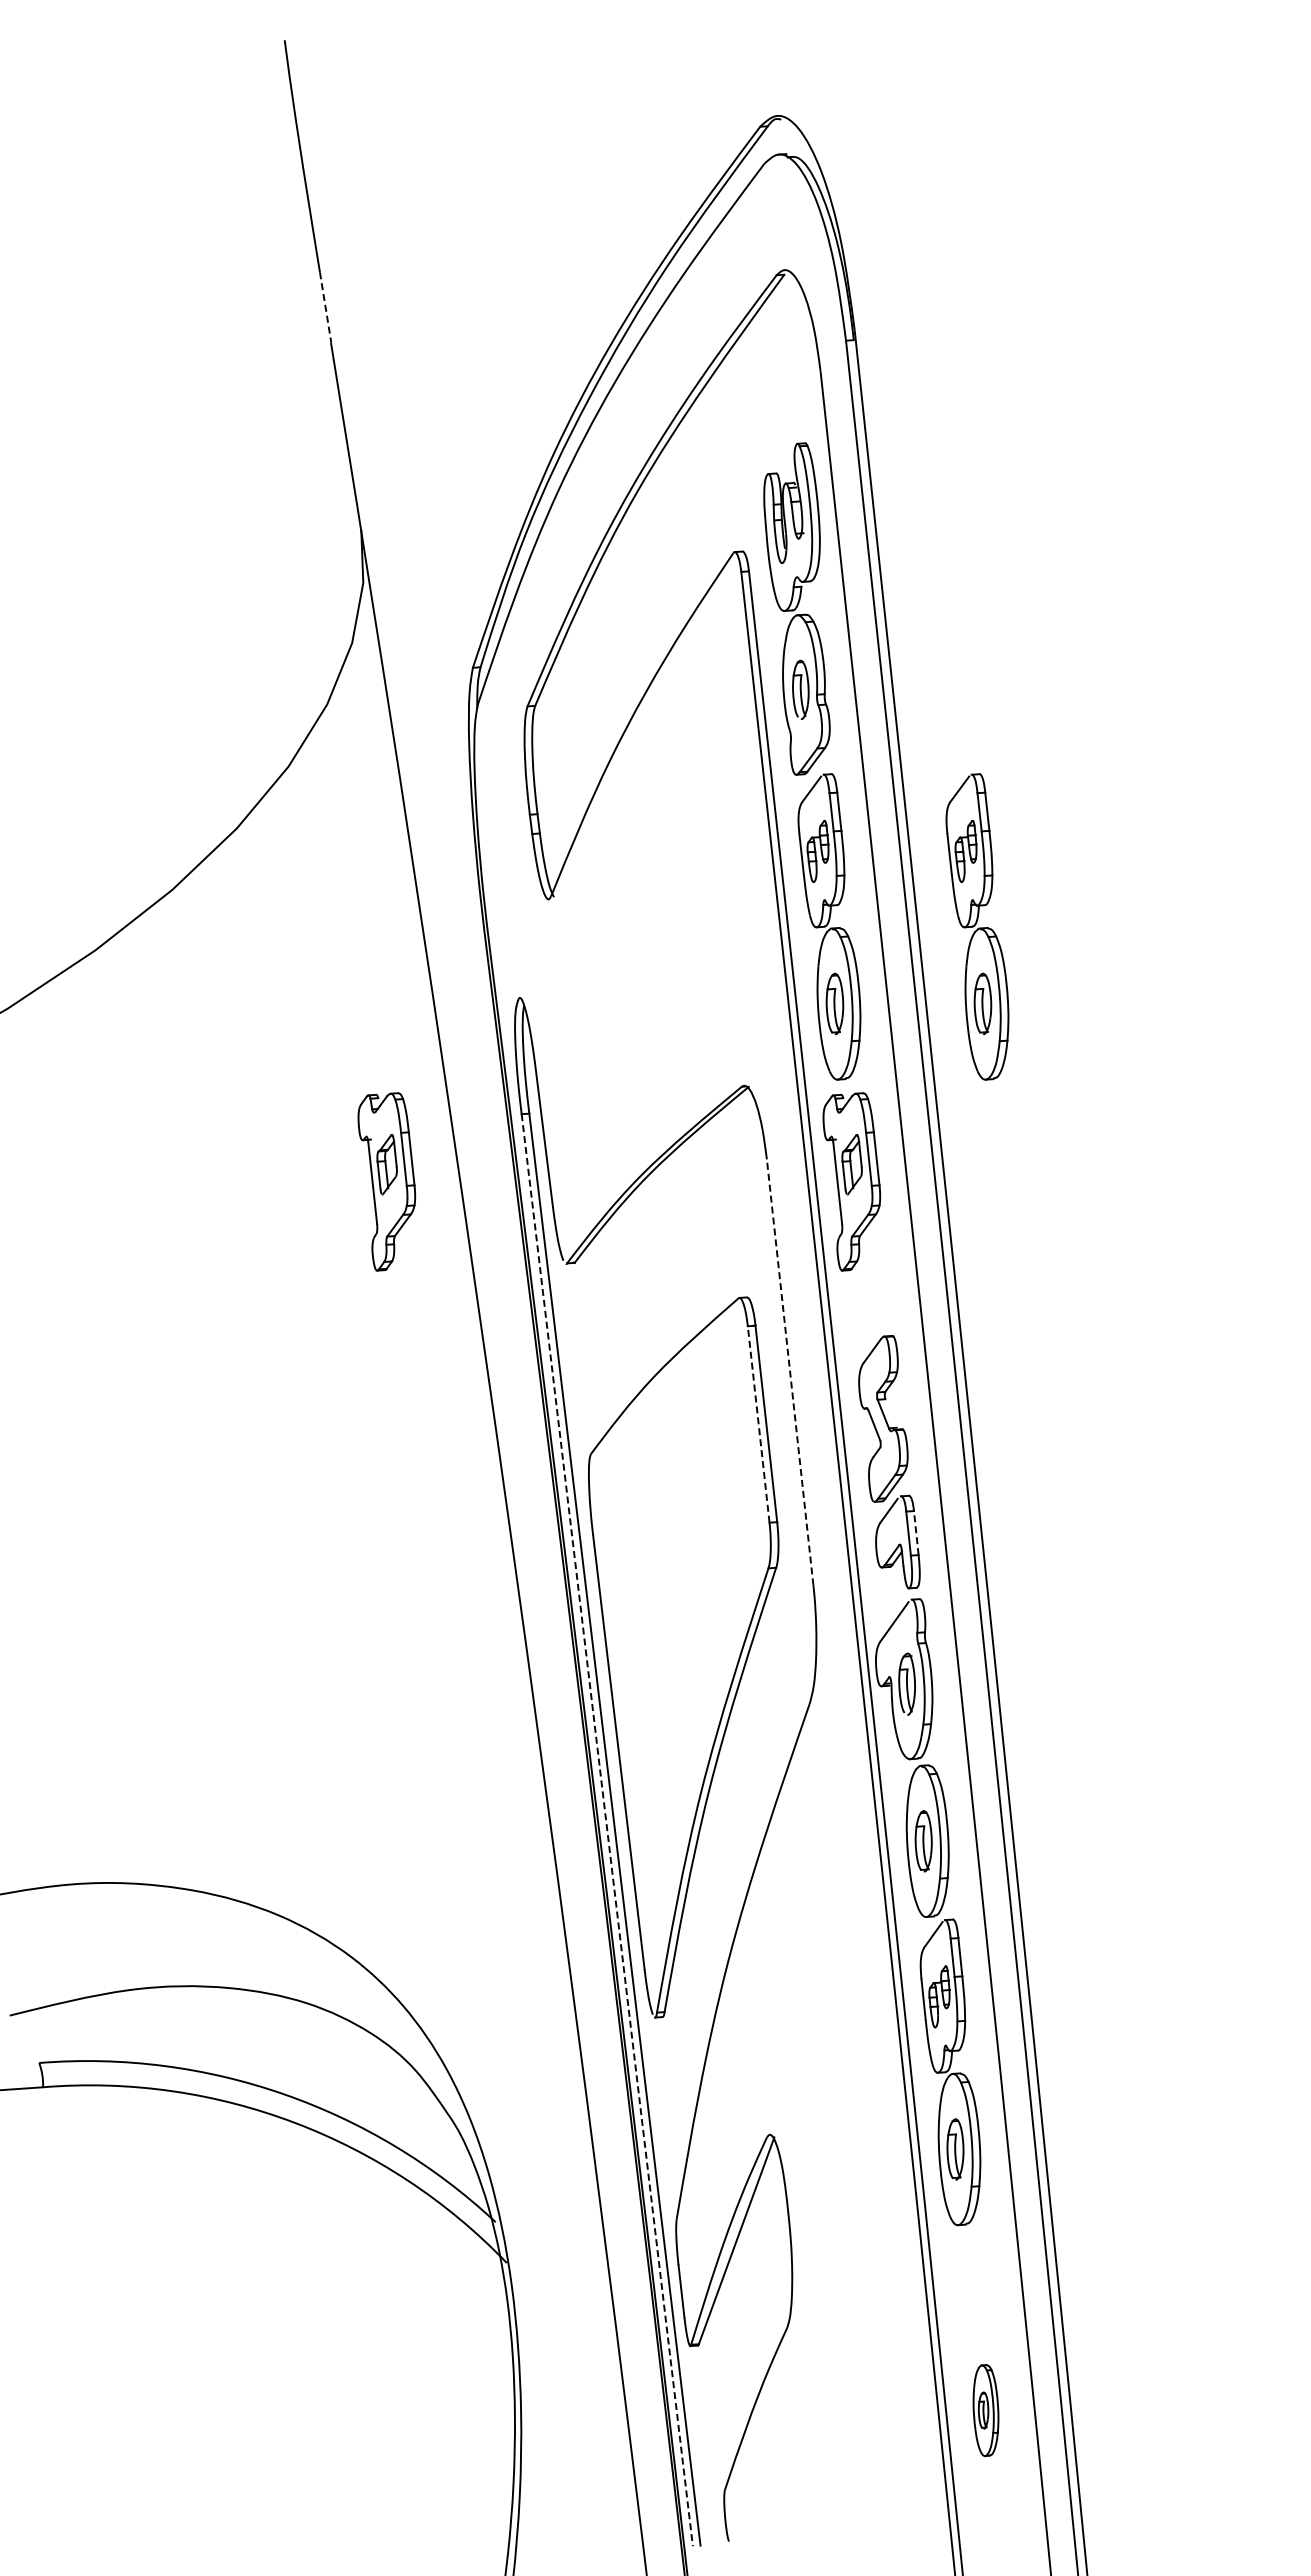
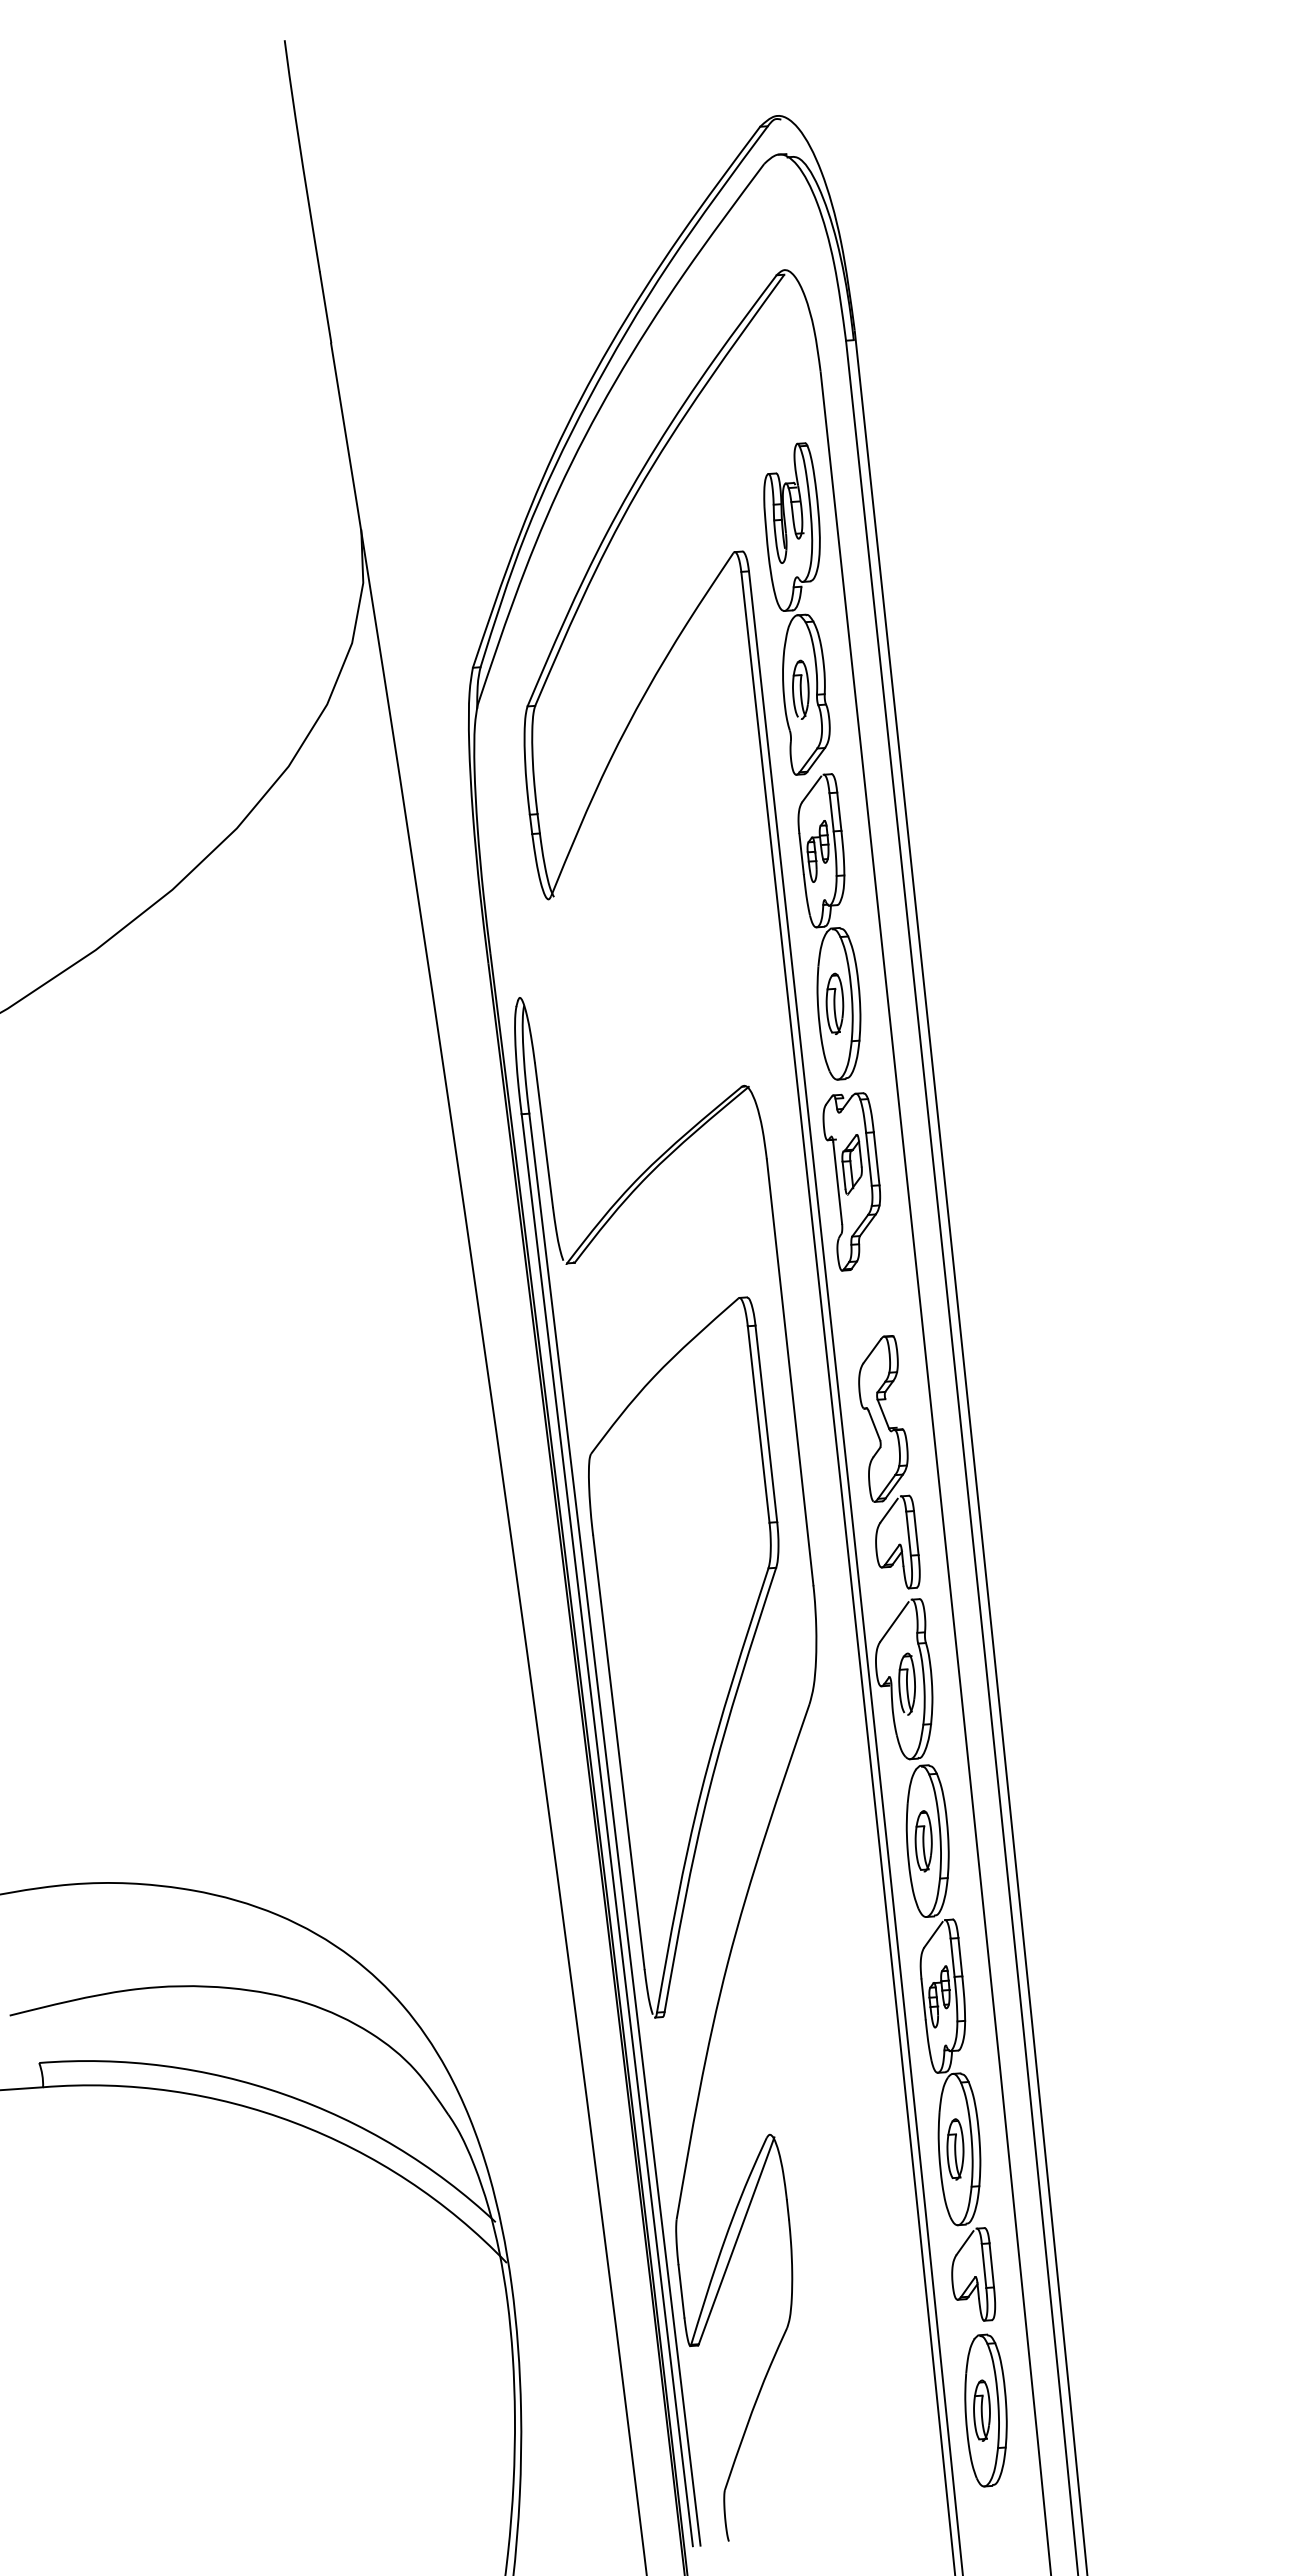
line at (325, 307): dashed -> solid
part at (977, 926): present -> none
part at (386, 1181): present -> none
line at (790, 1371): dashed -> solid
line at (758, 1424): dashed -> solid
line at (916, 1532): dashed -> solid
line at (607, 1830): dashed -> solid
part at (973, 2274): none -> present
part at (985, 2410) size: 28x94 px -> 44x155 px
